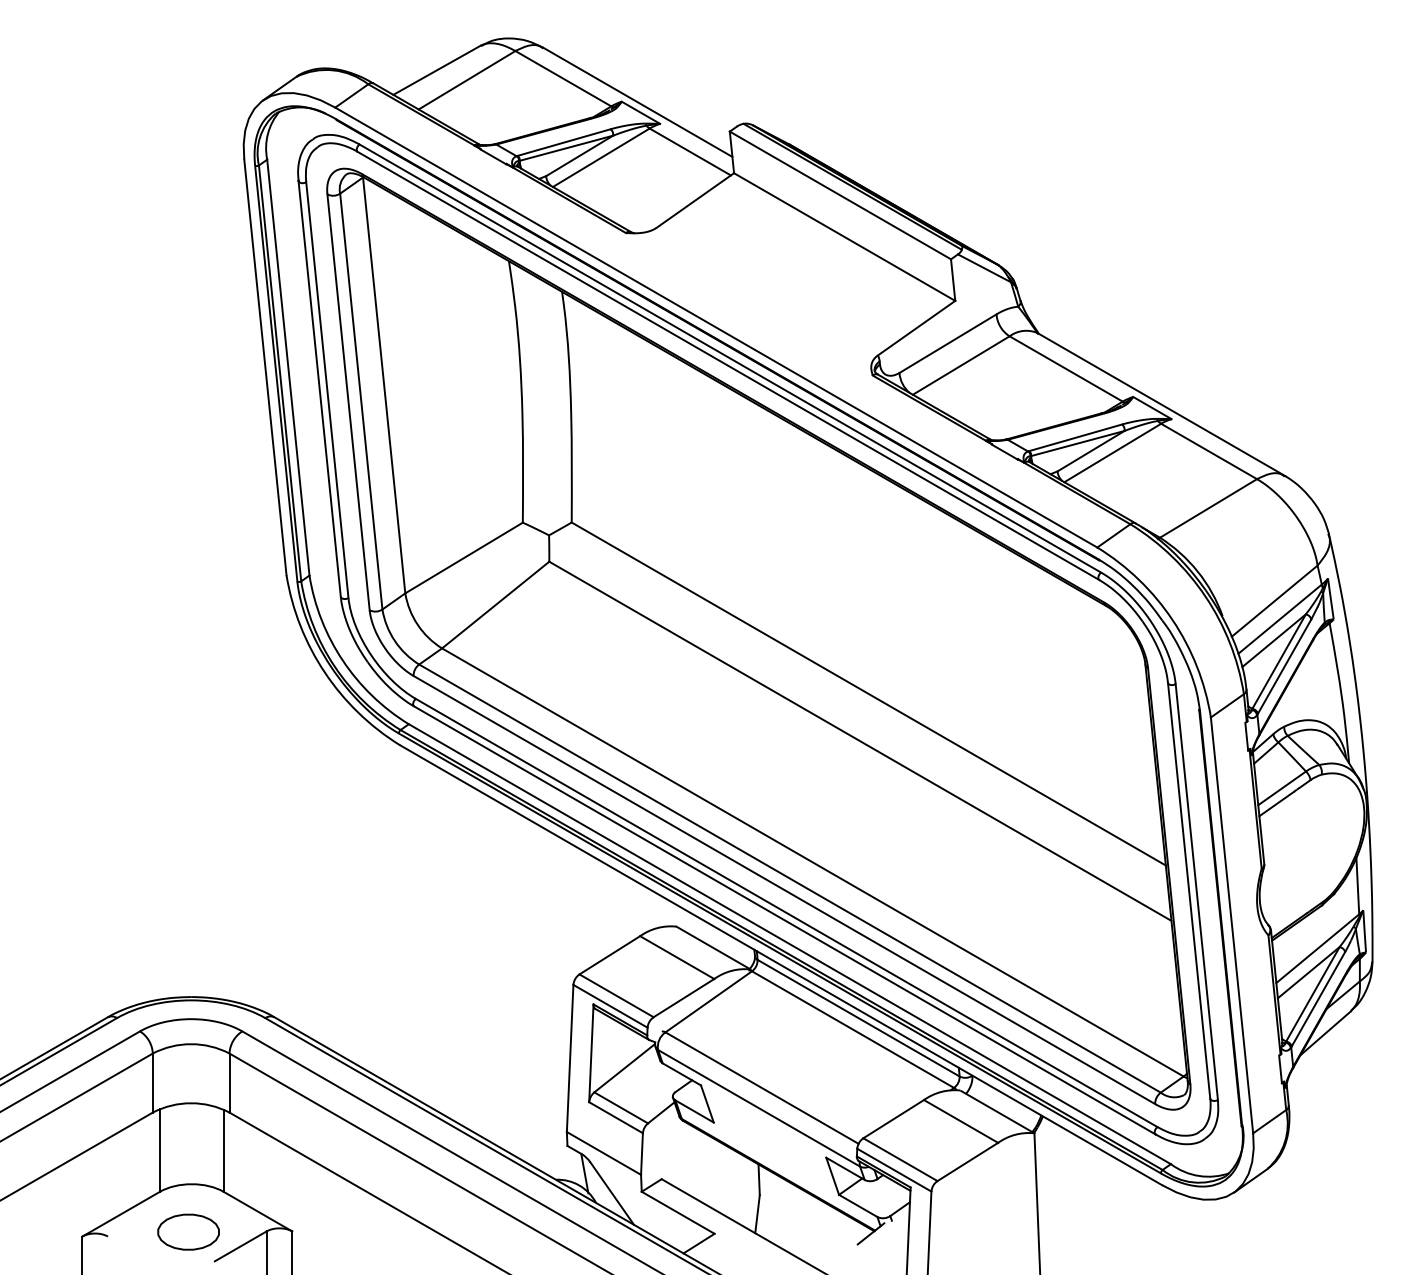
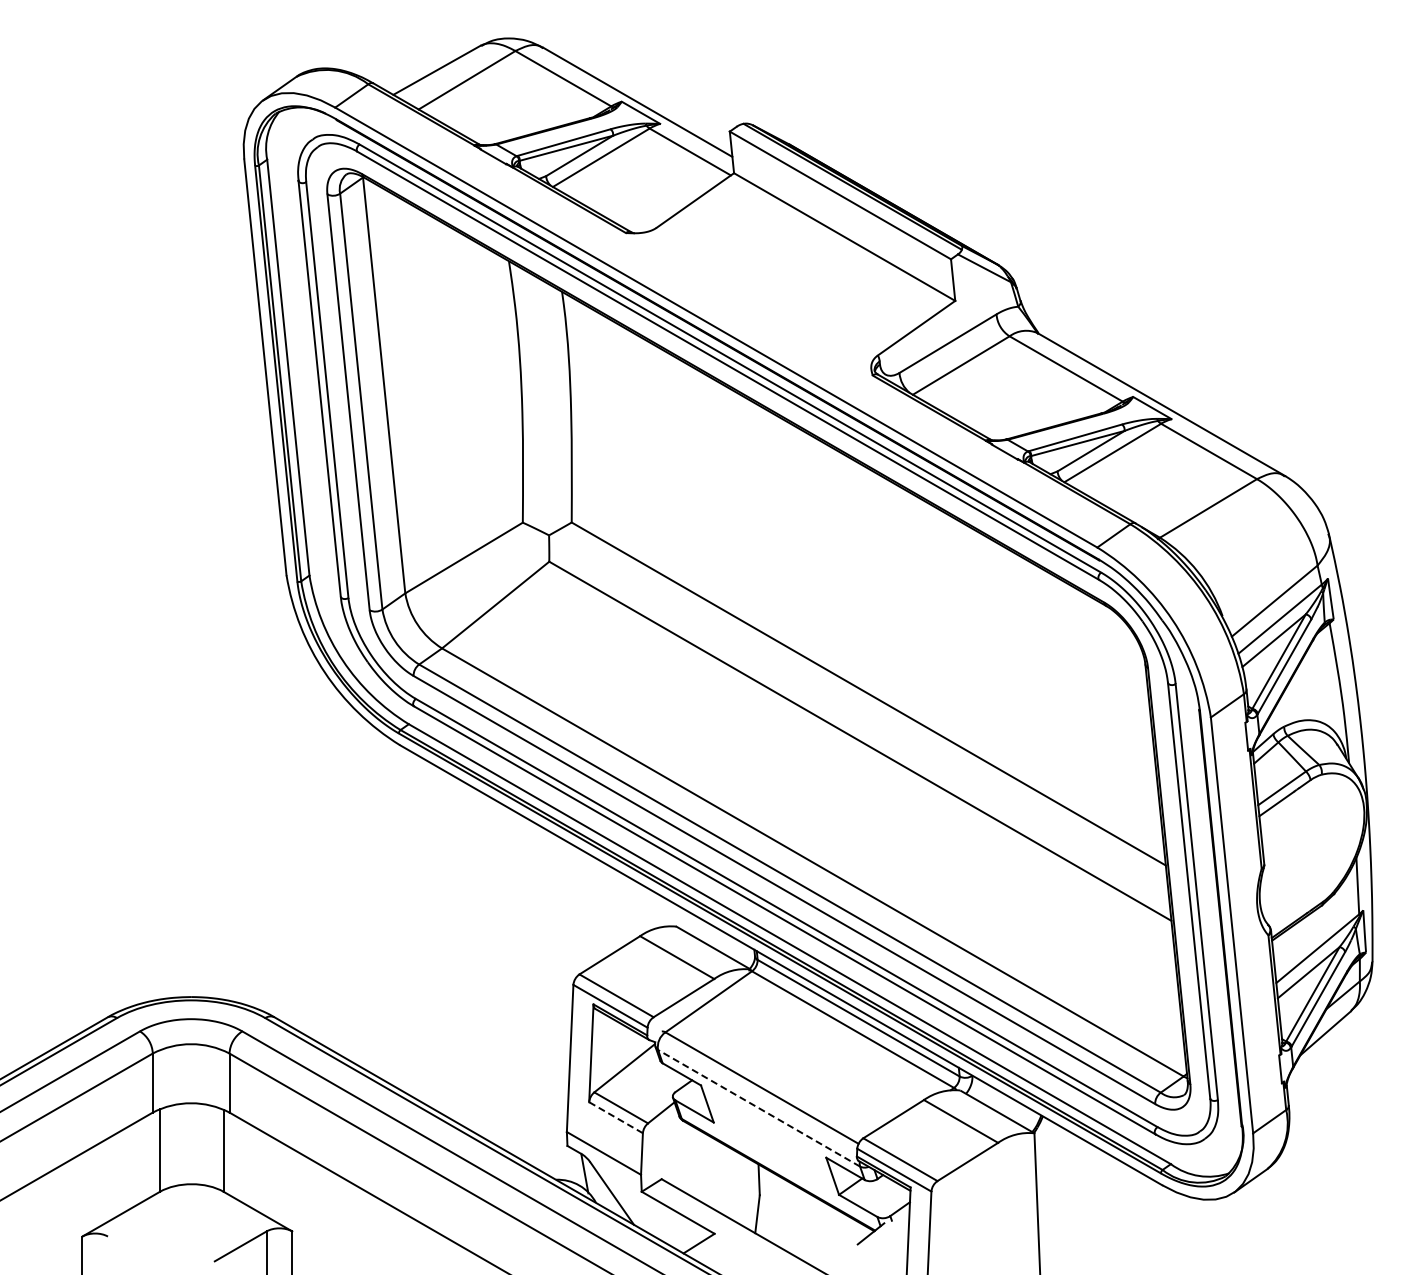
line at (759, 1108): solid -> dashed
line at (615, 1117): solid -> dashed
part at (188, 1231): present -> none
